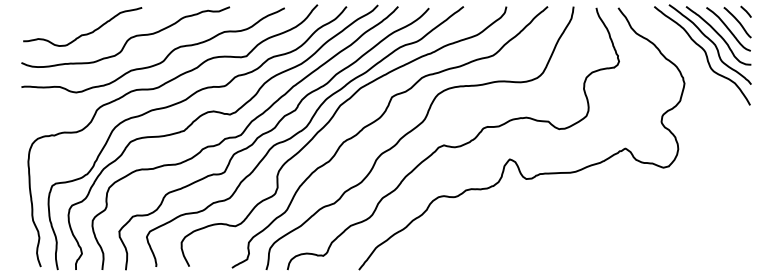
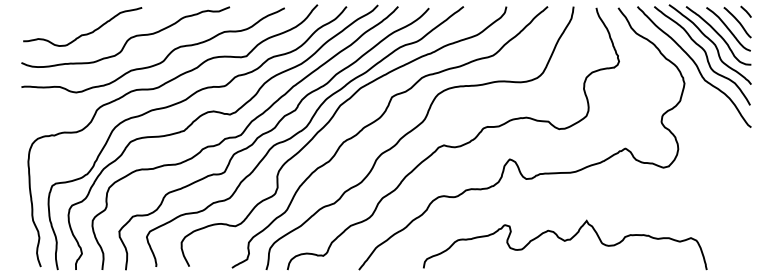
curve at (695, 65): none -> present
curve at (565, 241): none -> present
